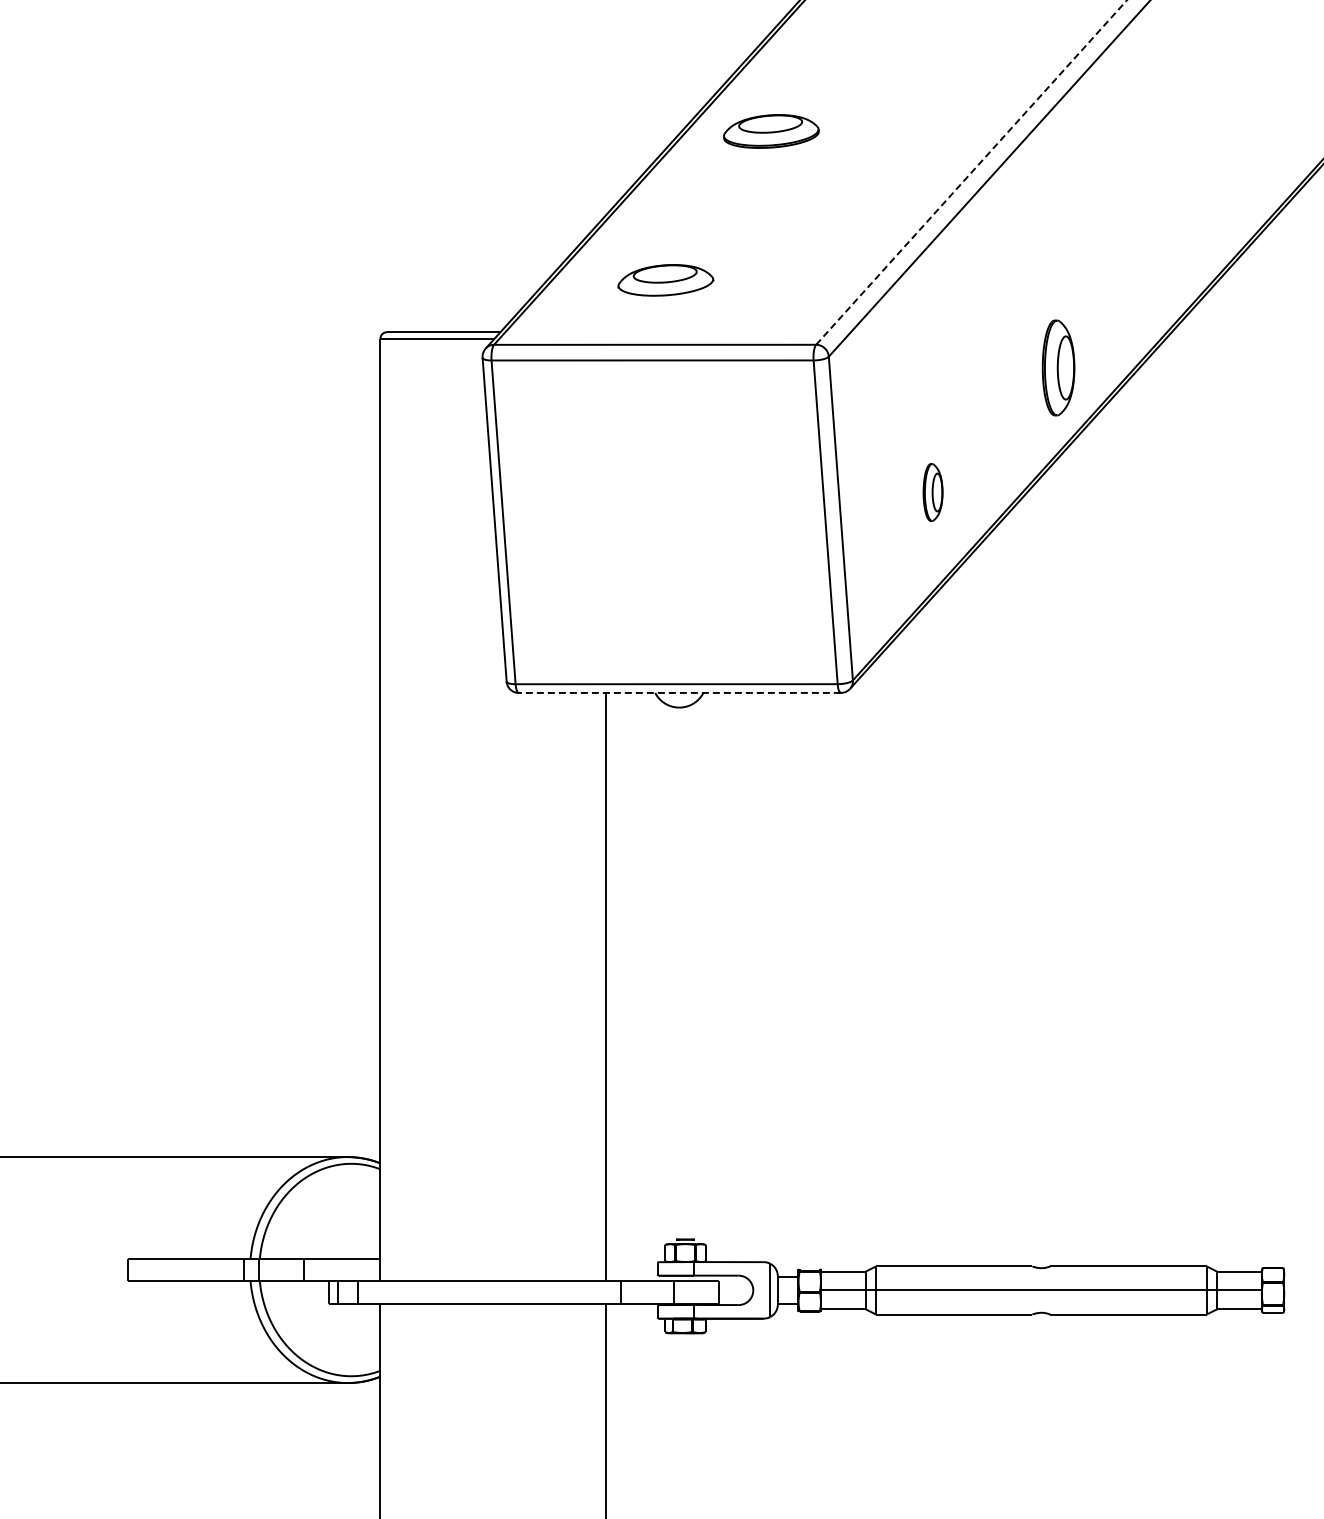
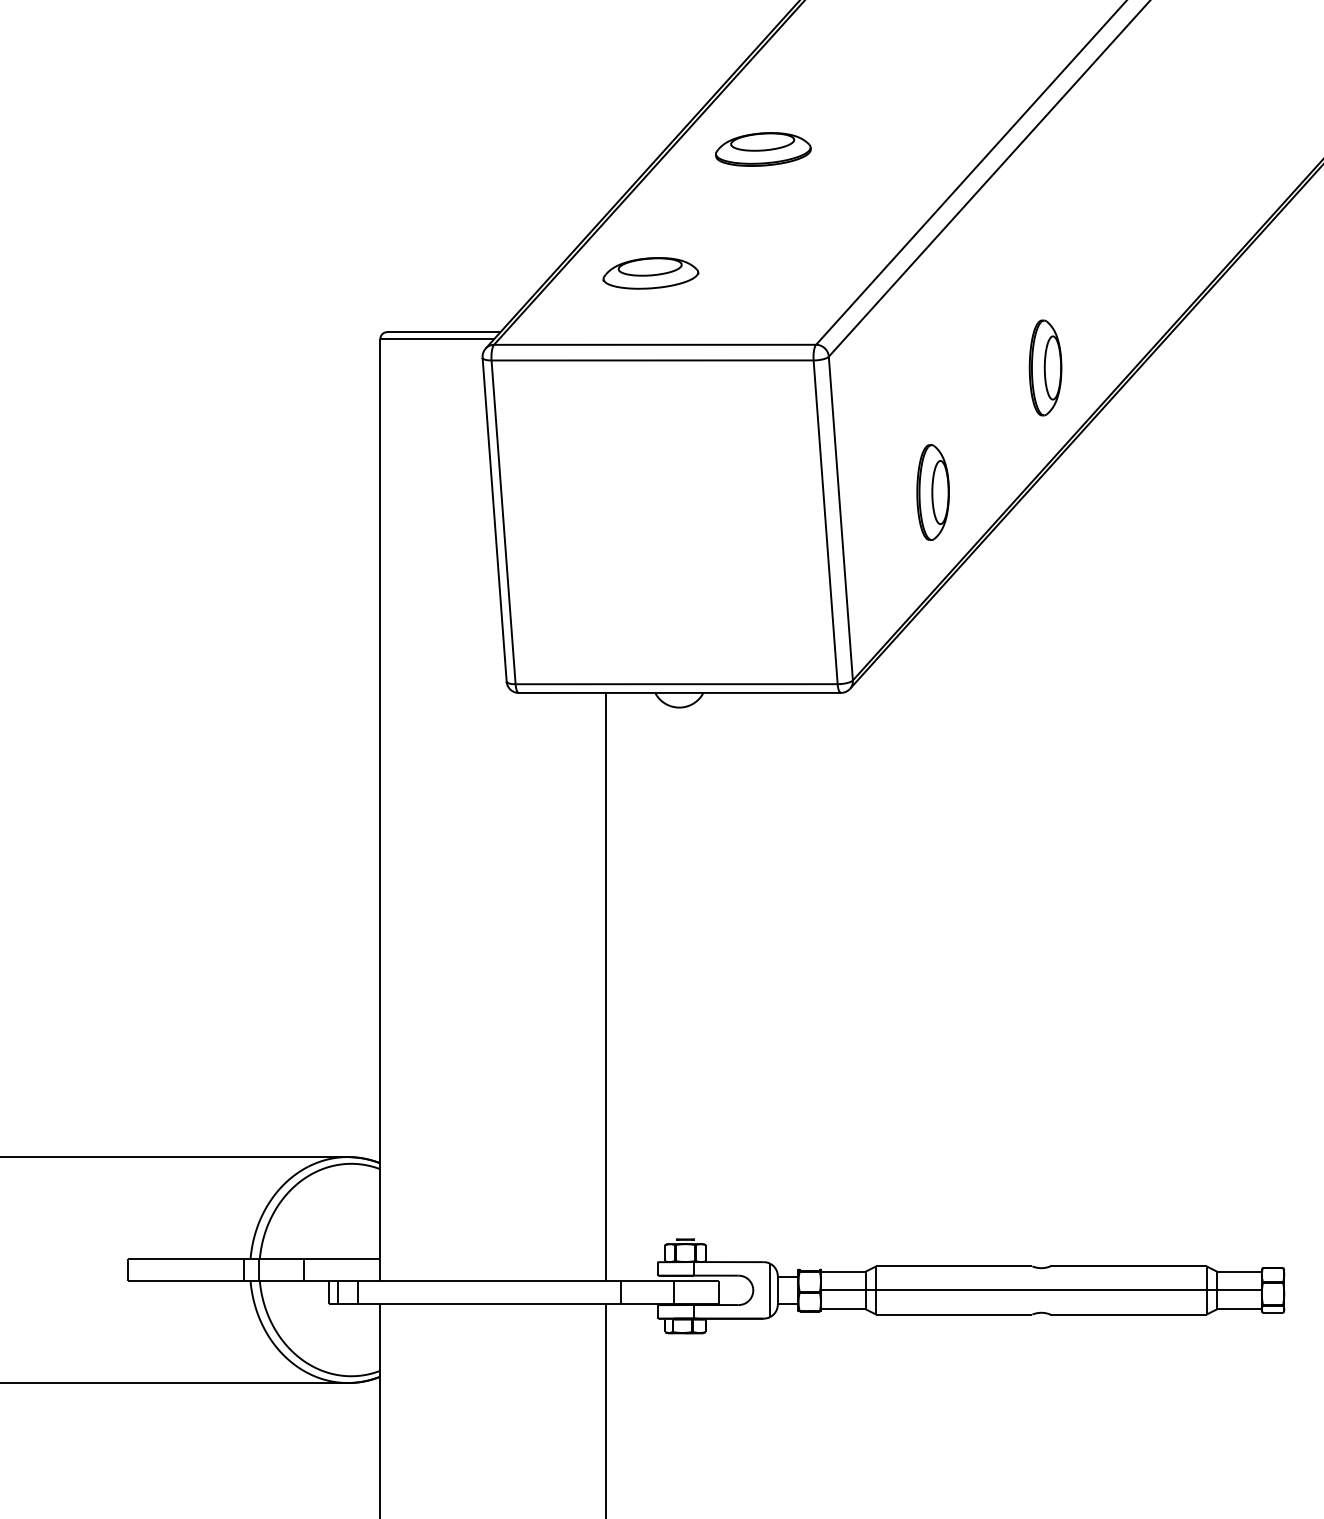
part at (771, 131) position: (771, 131) -> (763, 149)
line at (971, 172): dashed -> solid
part at (665, 280) position: (665, 280) -> (650, 273)
part at (1058, 367) position: (1058, 367) -> (1045, 367)
part at (932, 492) size: 22x59 px -> 34x97 px
line at (679, 692): dashed -> solid
